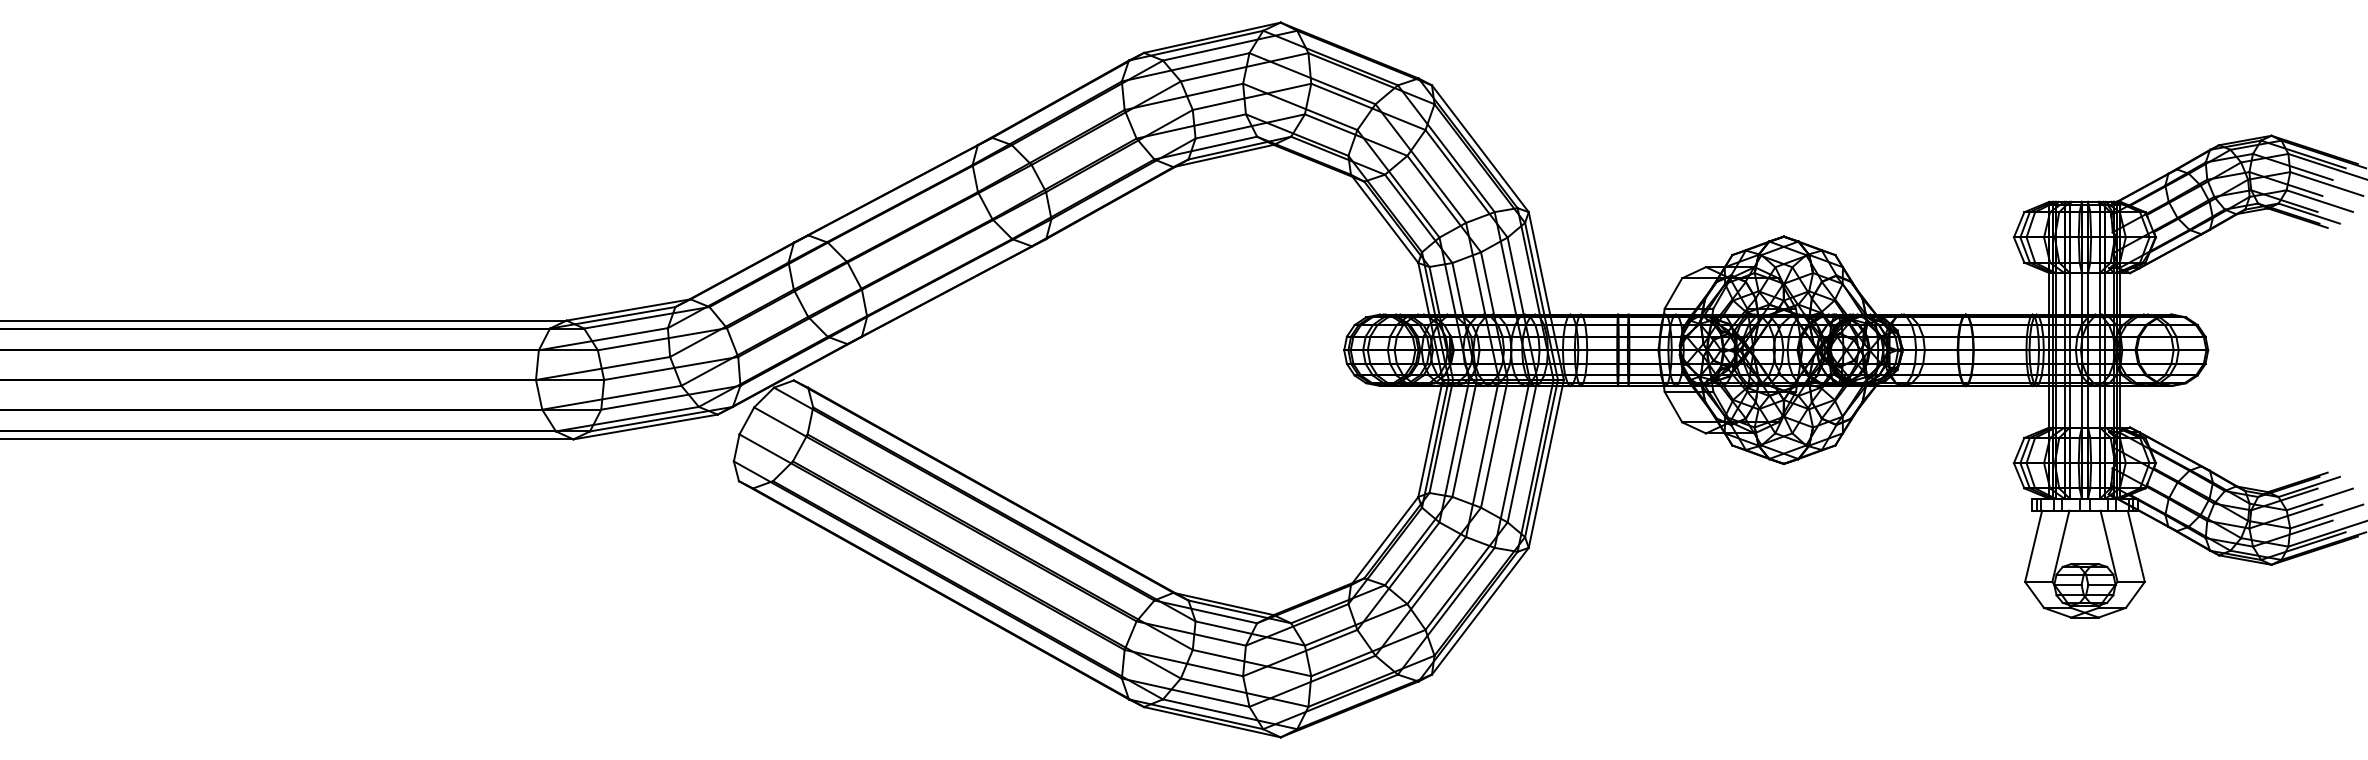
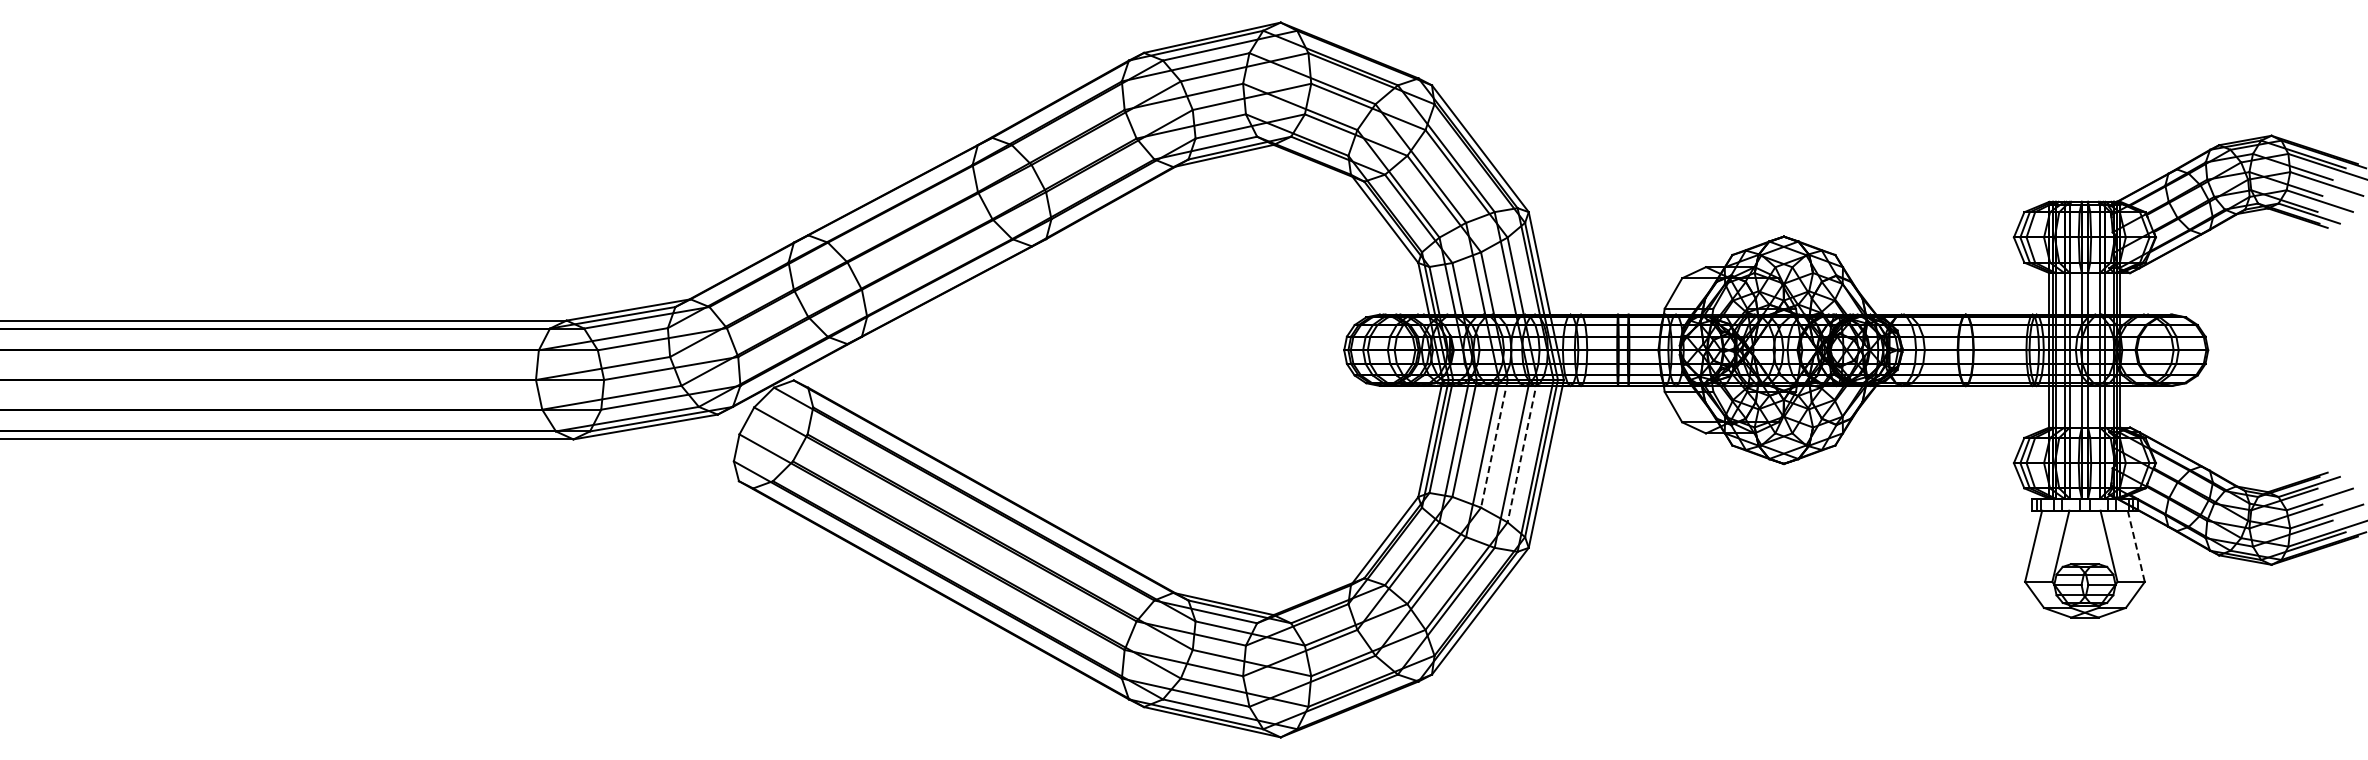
line at (1494, 444): solid -> dashed
line at (1522, 451): solid -> dashed
line at (2136, 546): solid -> dashed
